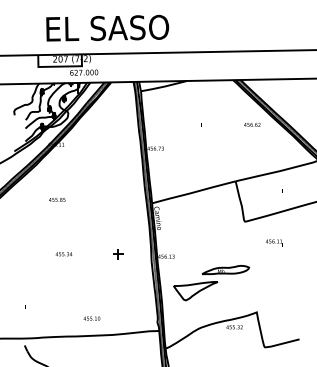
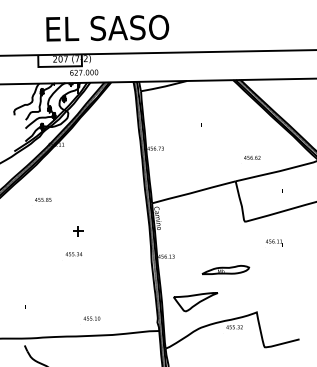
text at (252, 124) position: (252, 124) -> (252, 157)
text at (57, 199) position: (57, 199) -> (43, 199)
text at (63, 254) position: (63, 254) -> (73, 254)
part at (118, 254) position: (118, 254) -> (78, 231)
part at (195, 291) position: (195, 291) -> (195, 302)
